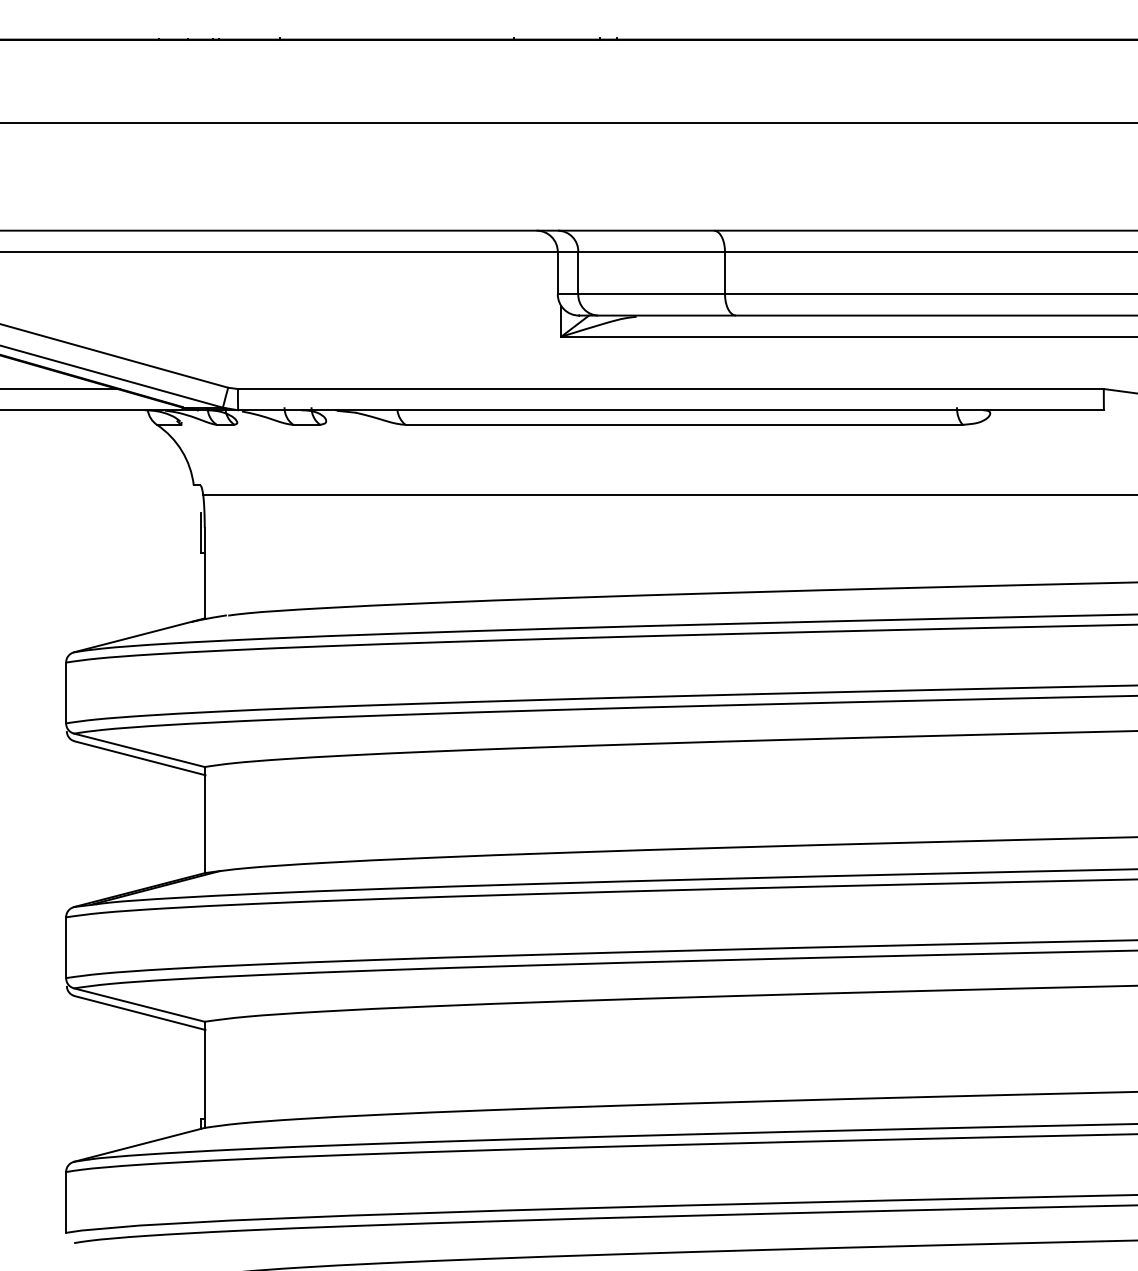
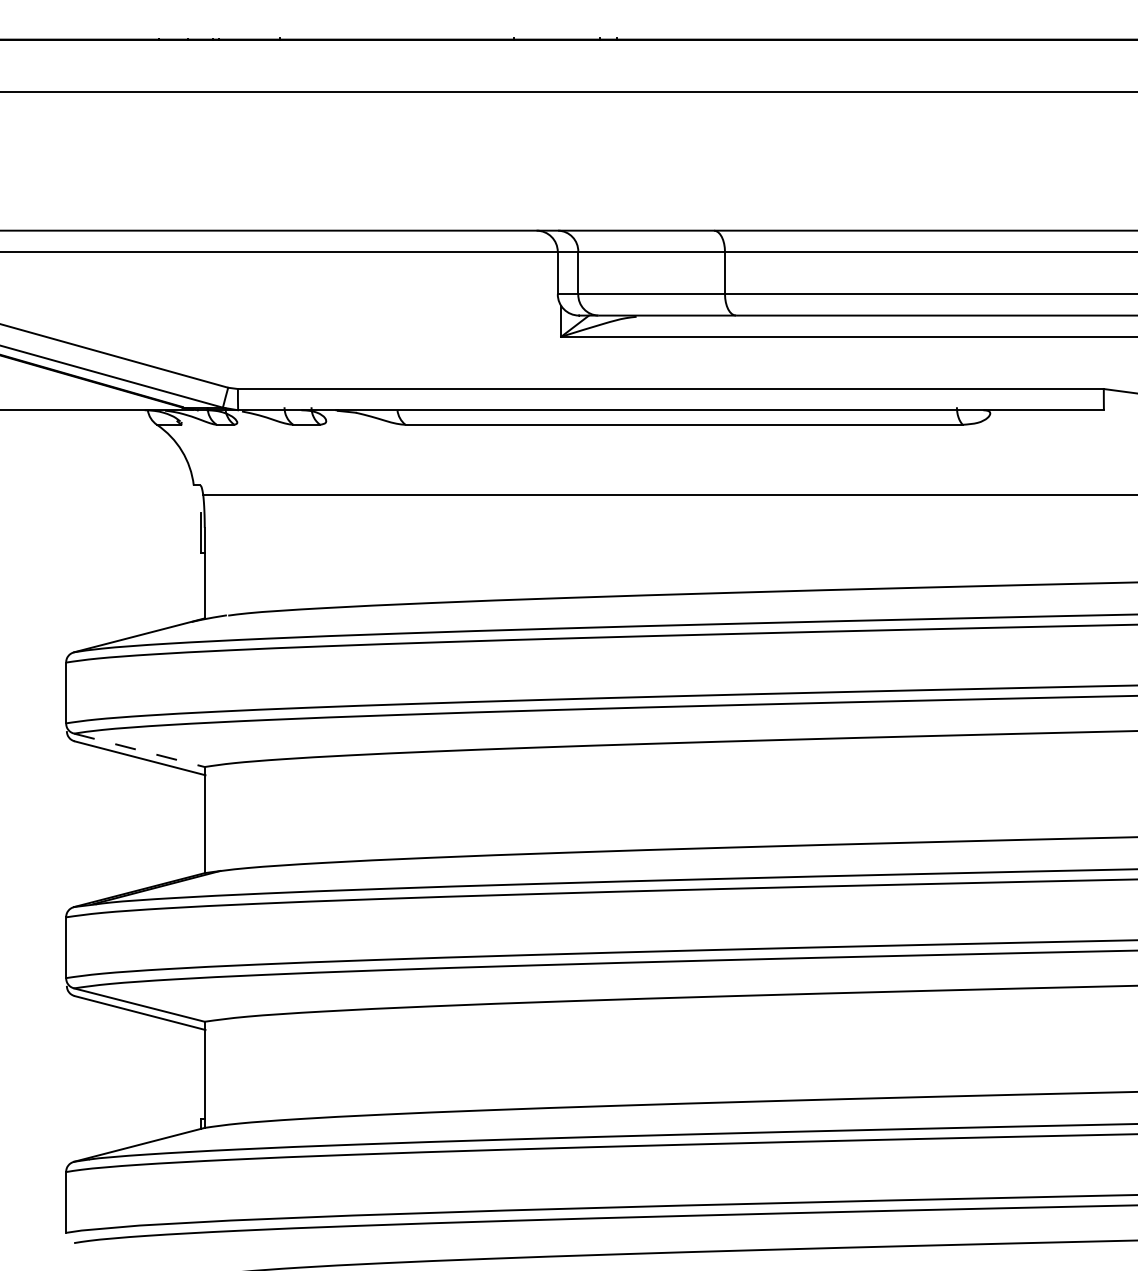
line at (568, 123) position: (568, 123) -> (568, 92)
line at (60, 389): present -> none
line at (139, 750): solid -> dashed
